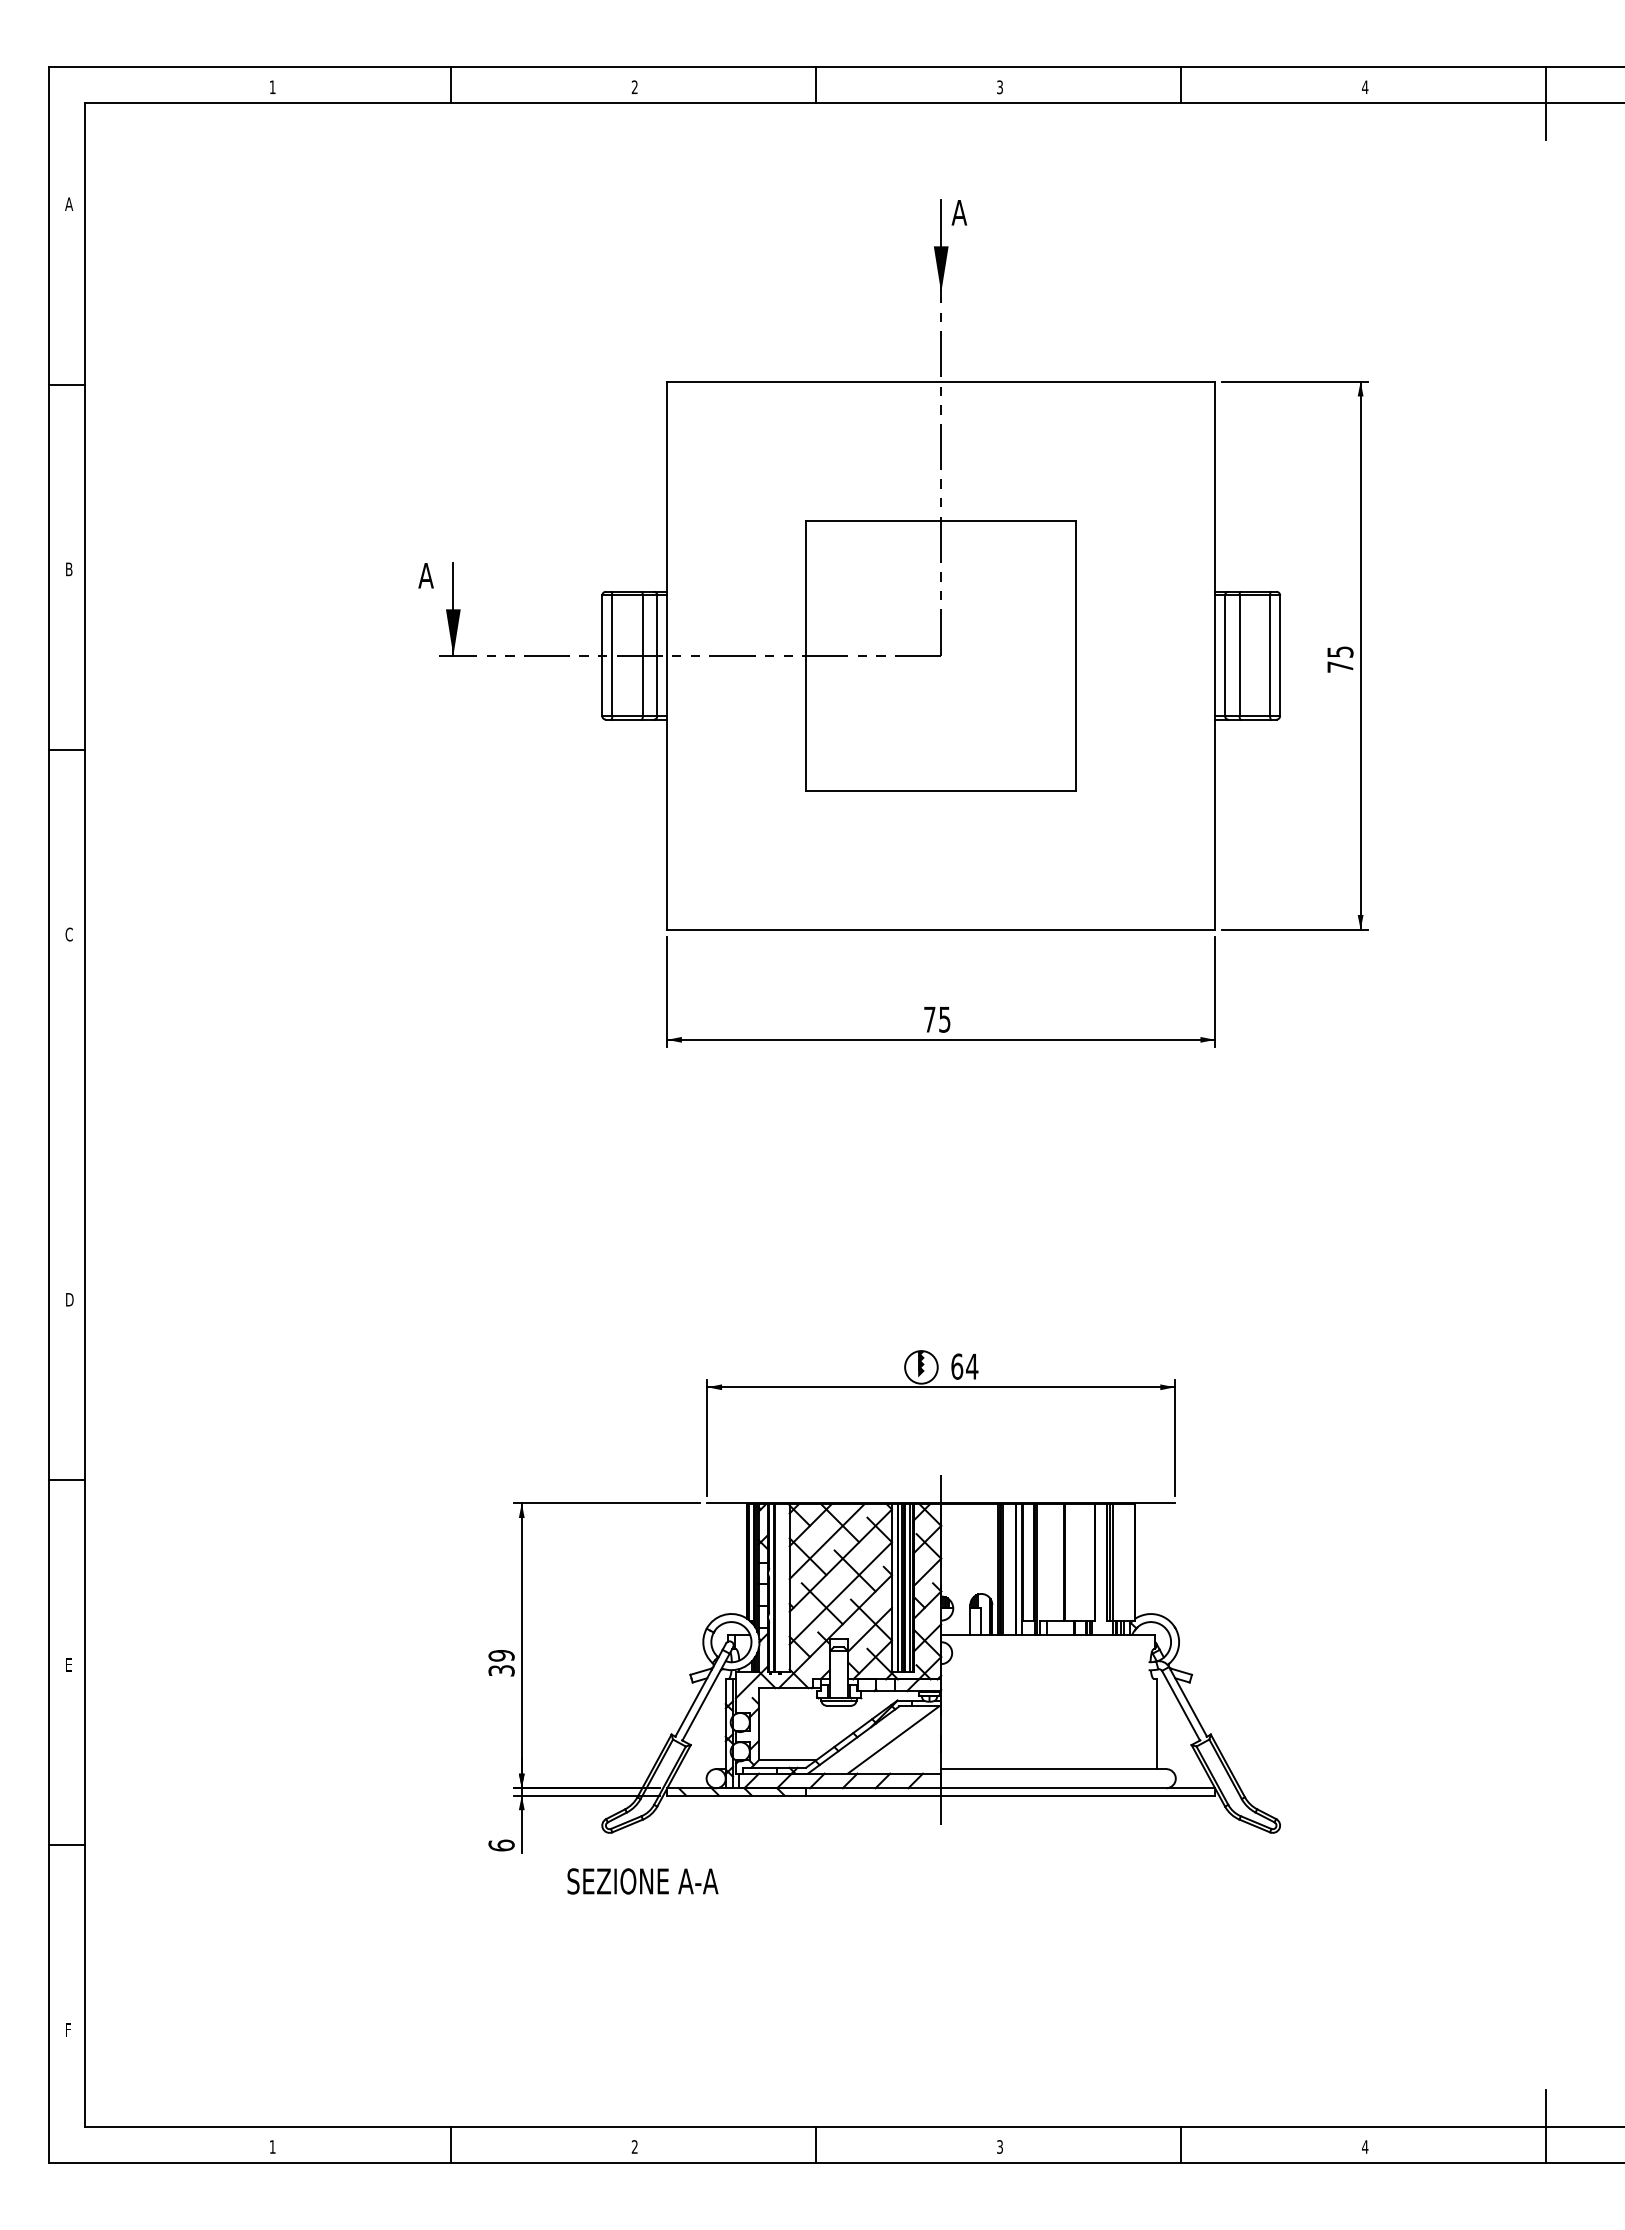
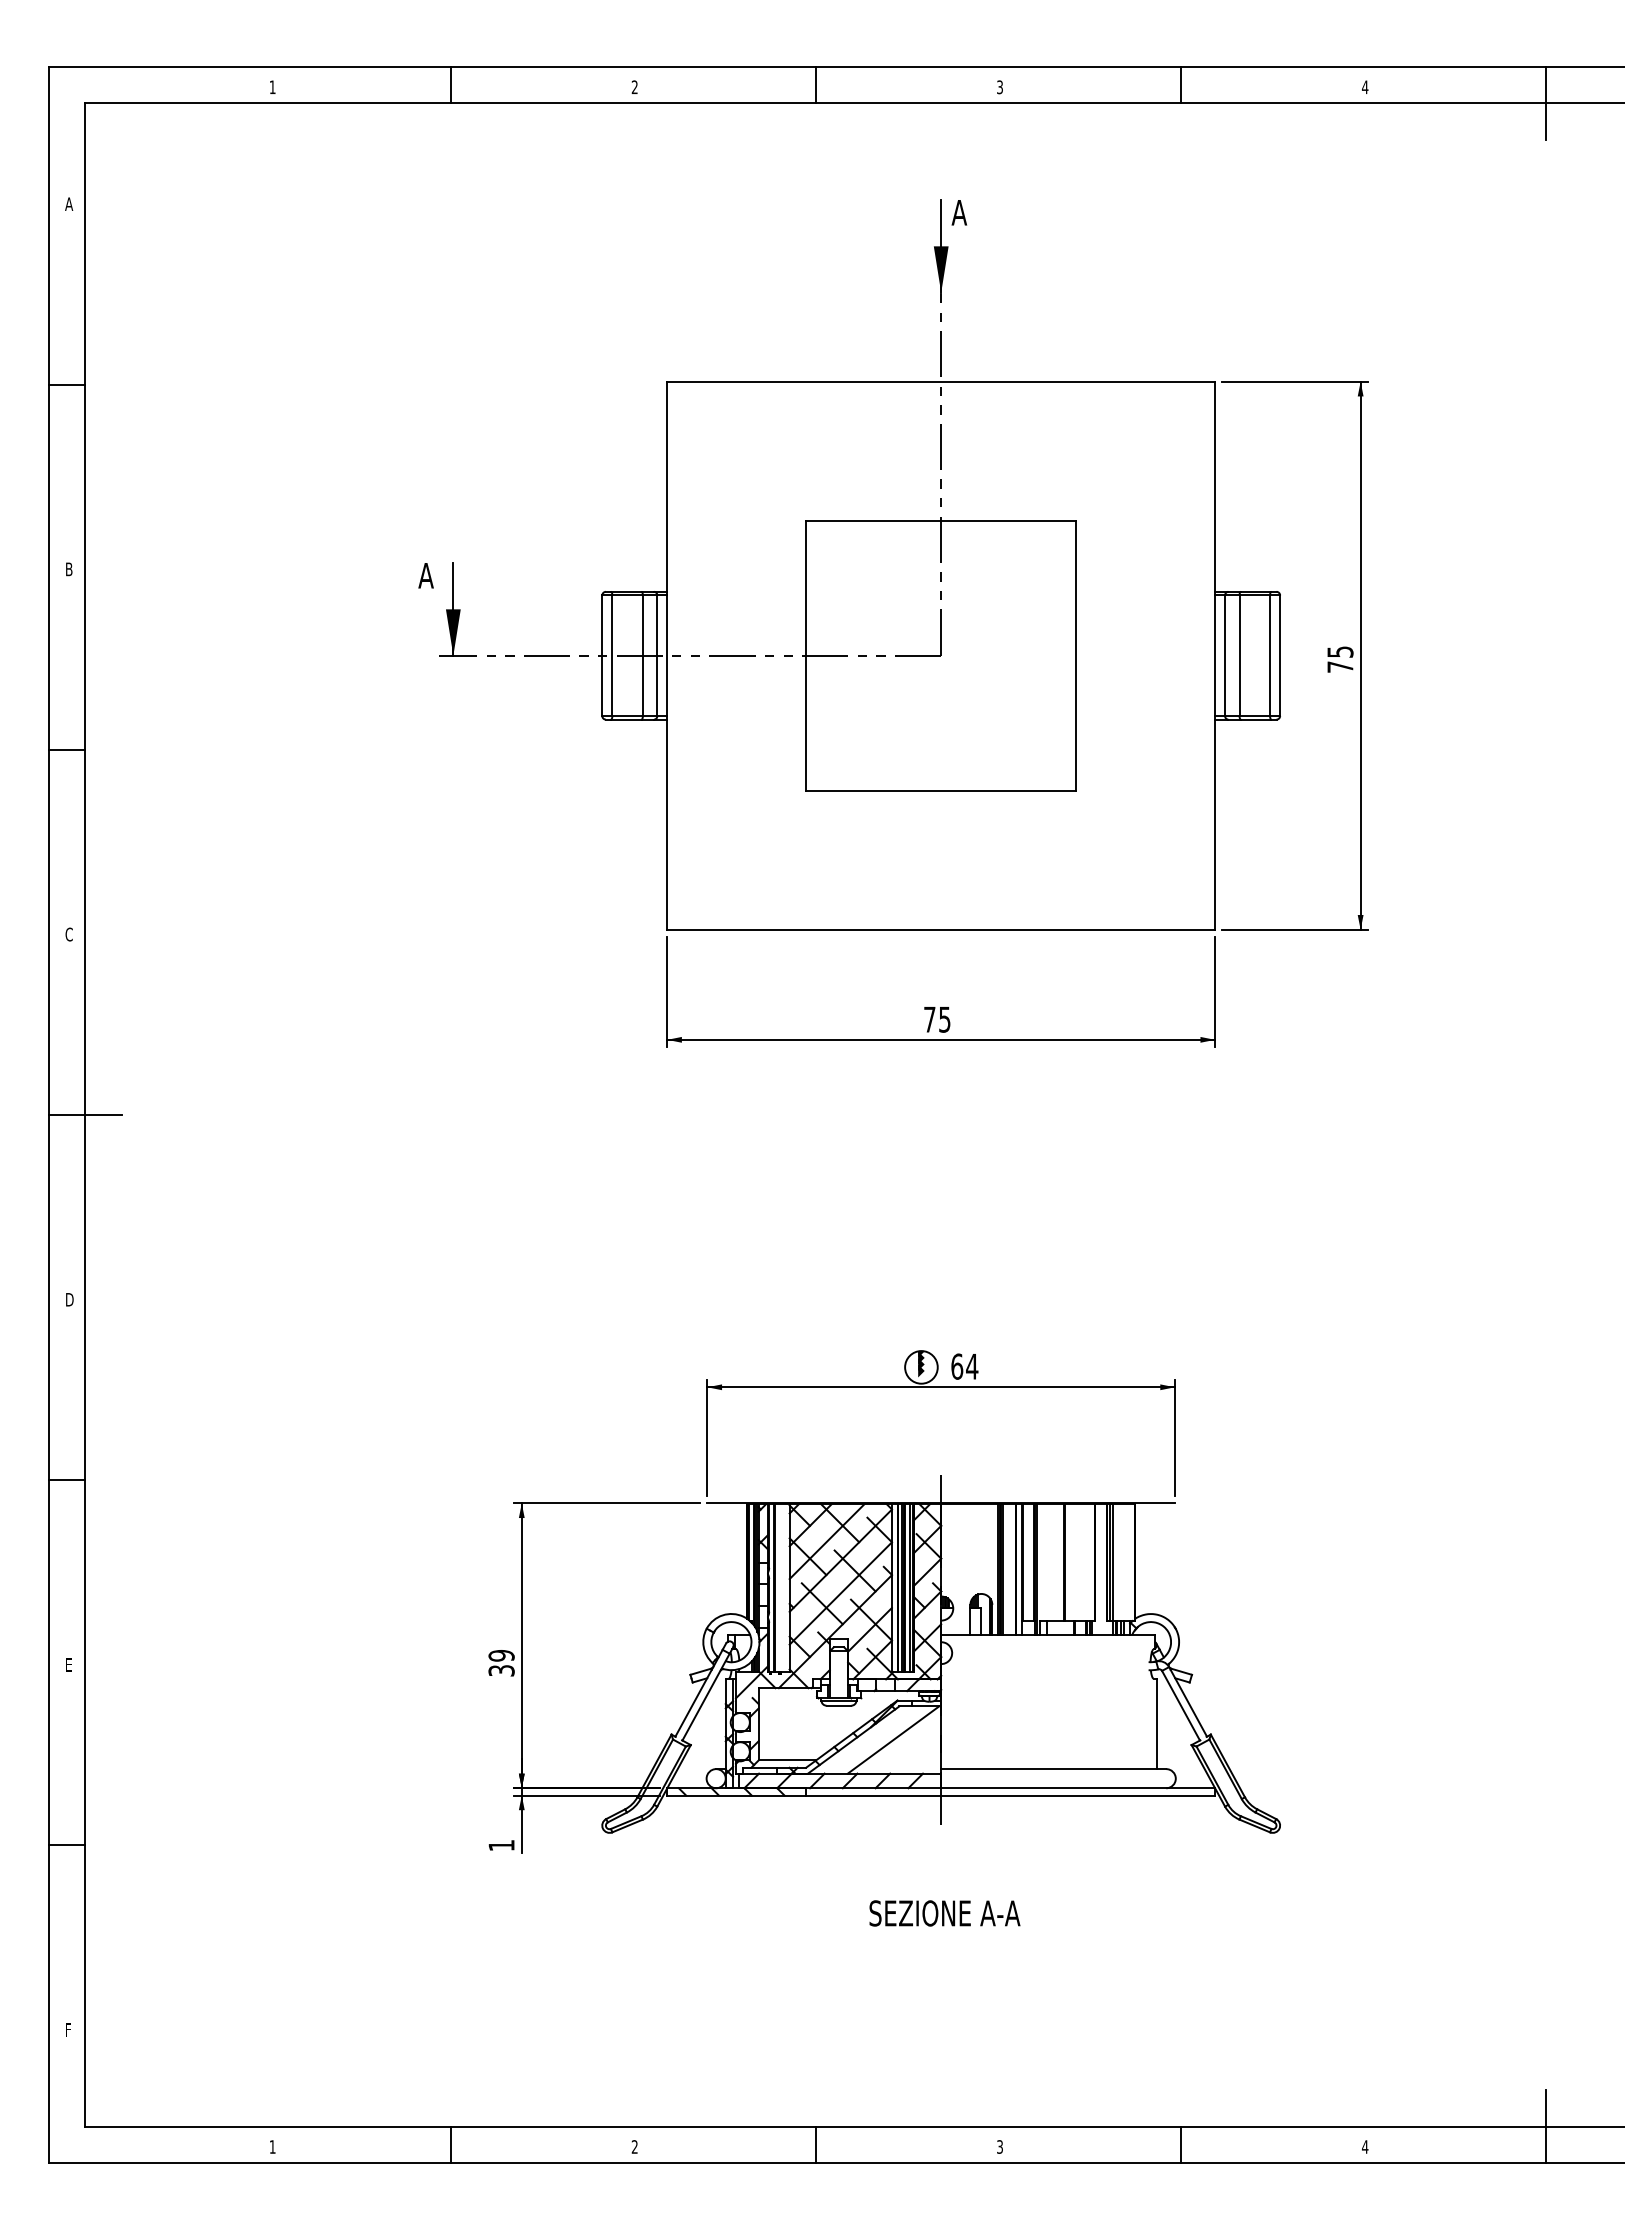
line at (84, 1115): none -> present
text at (501, 1845): 6 -> 1
text at (642, 1881) position: (642, 1881) -> (944, 1913)
